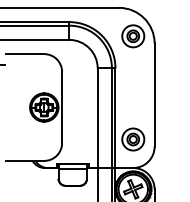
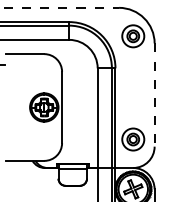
line at (60, 7): solid -> dashed
line at (154, 95): solid -> dashed
